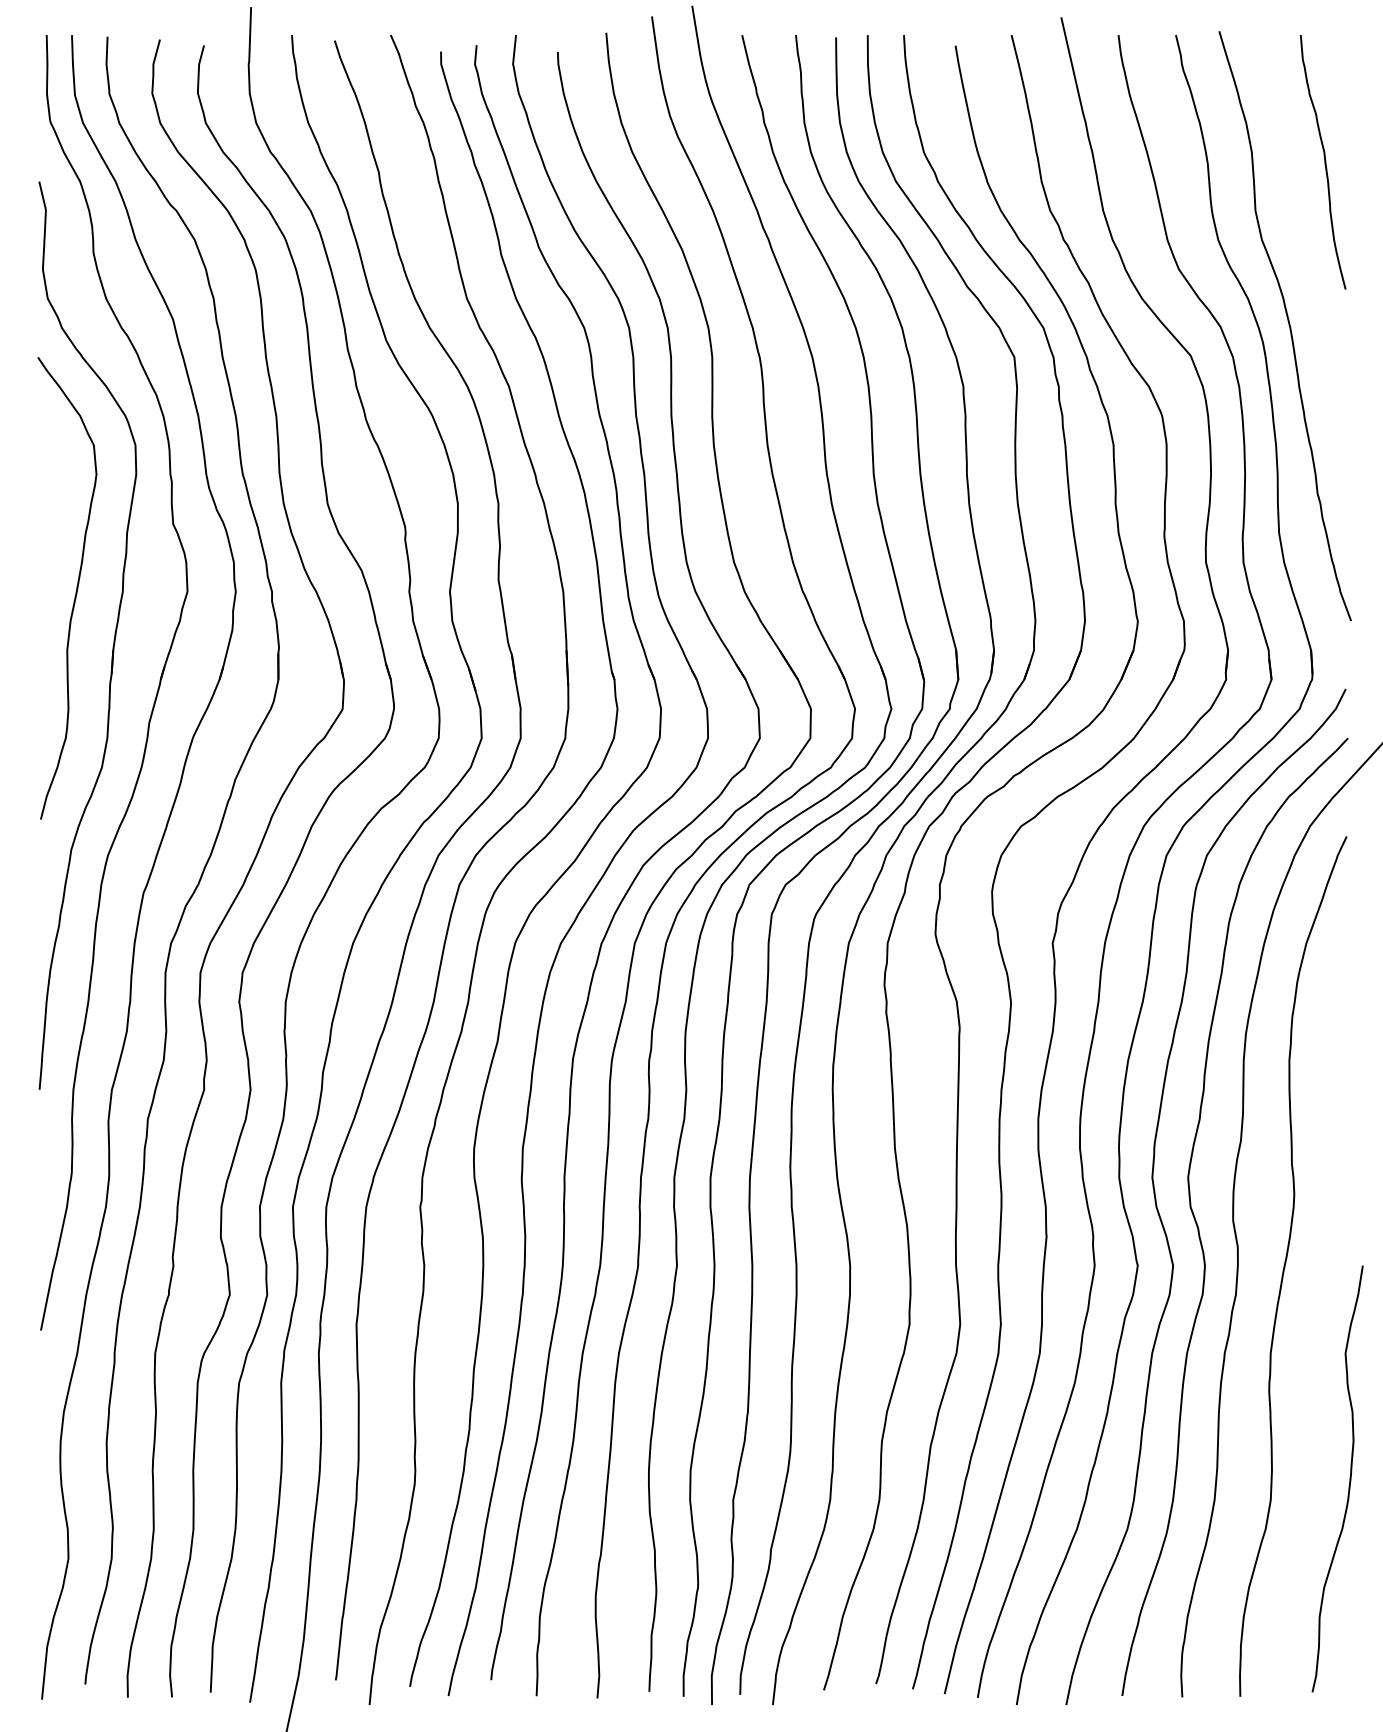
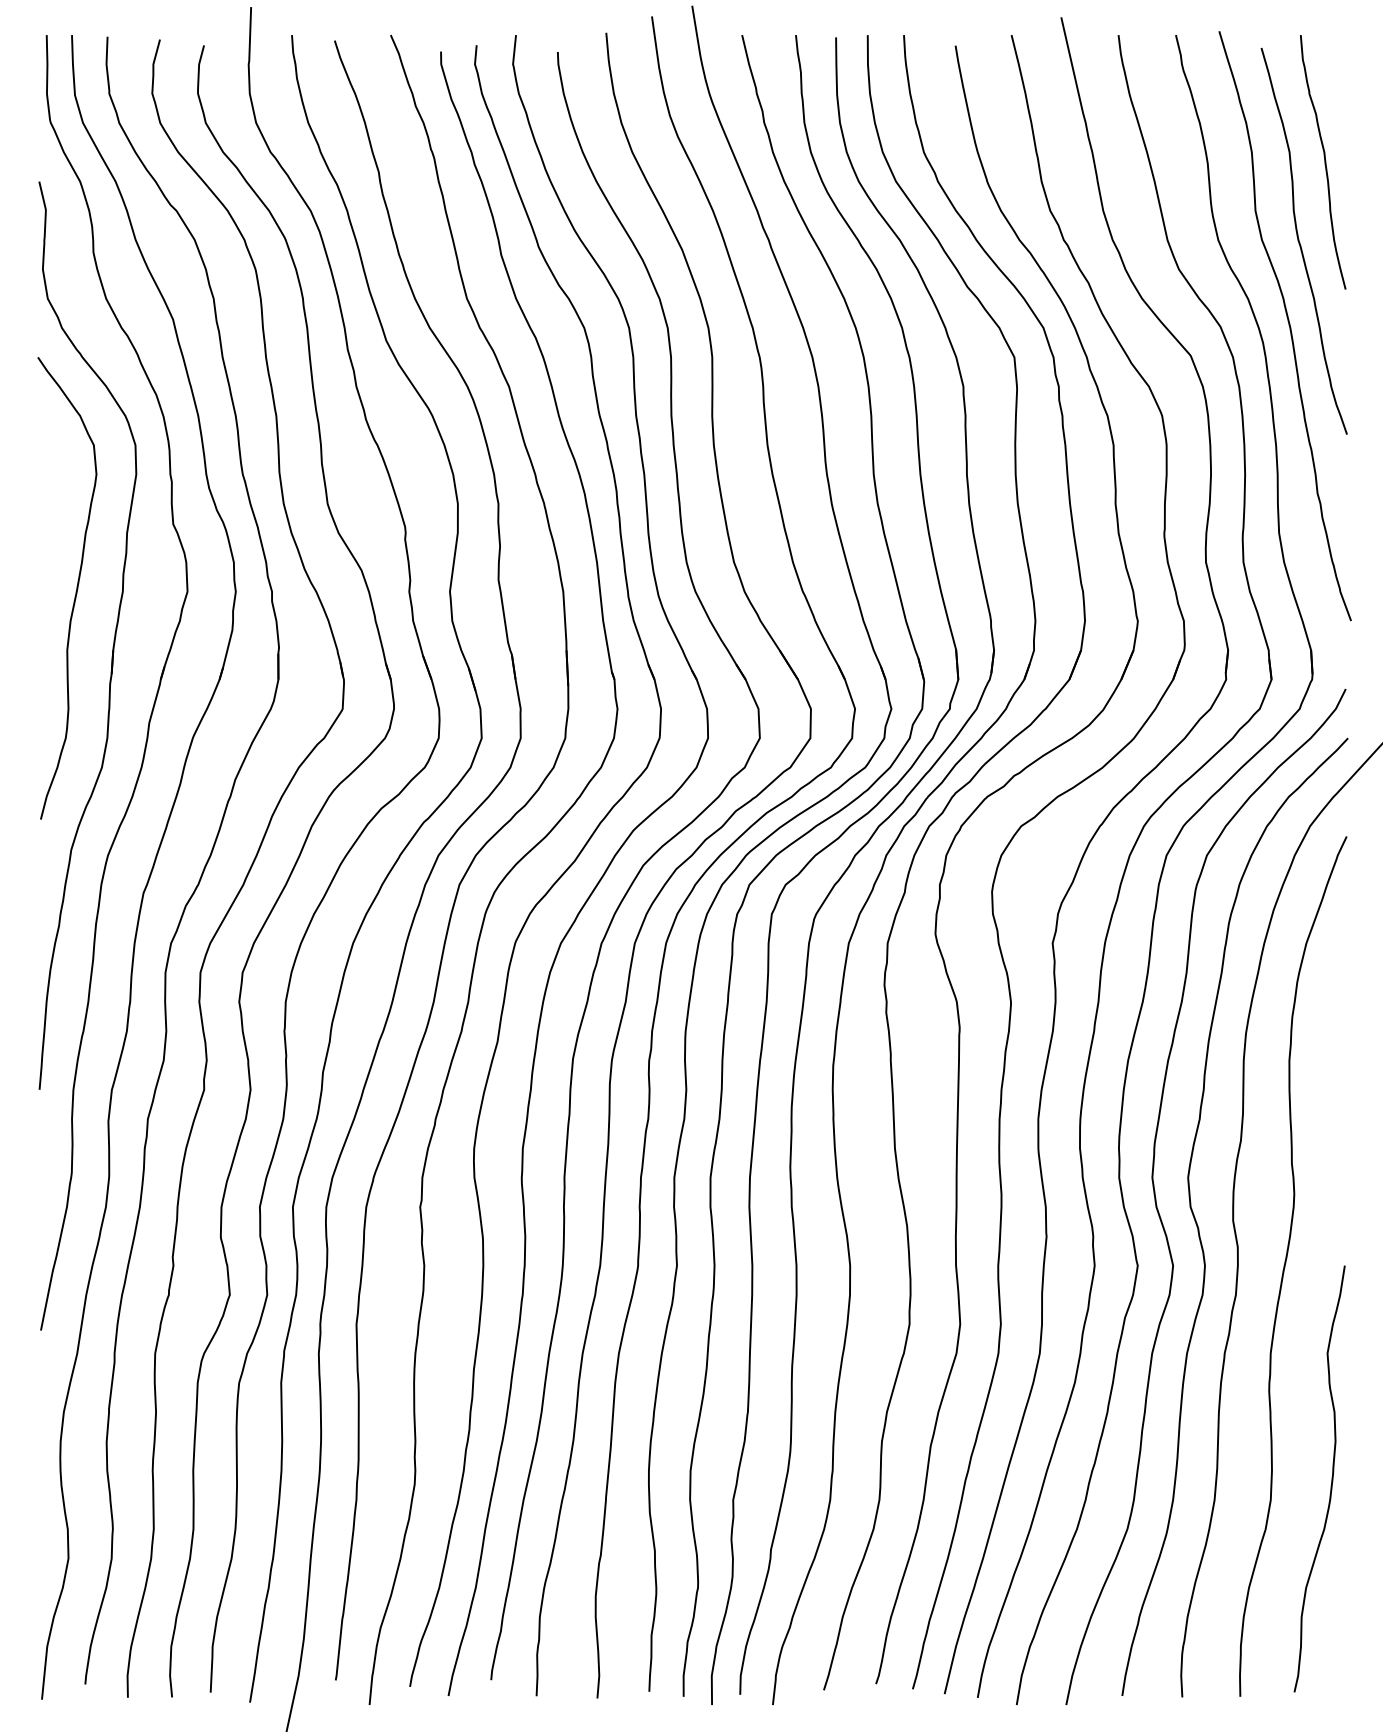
curve at (1300, 242): none -> present
curve at (1349, 1478) position: (1349, 1478) -> (1331, 1478)
